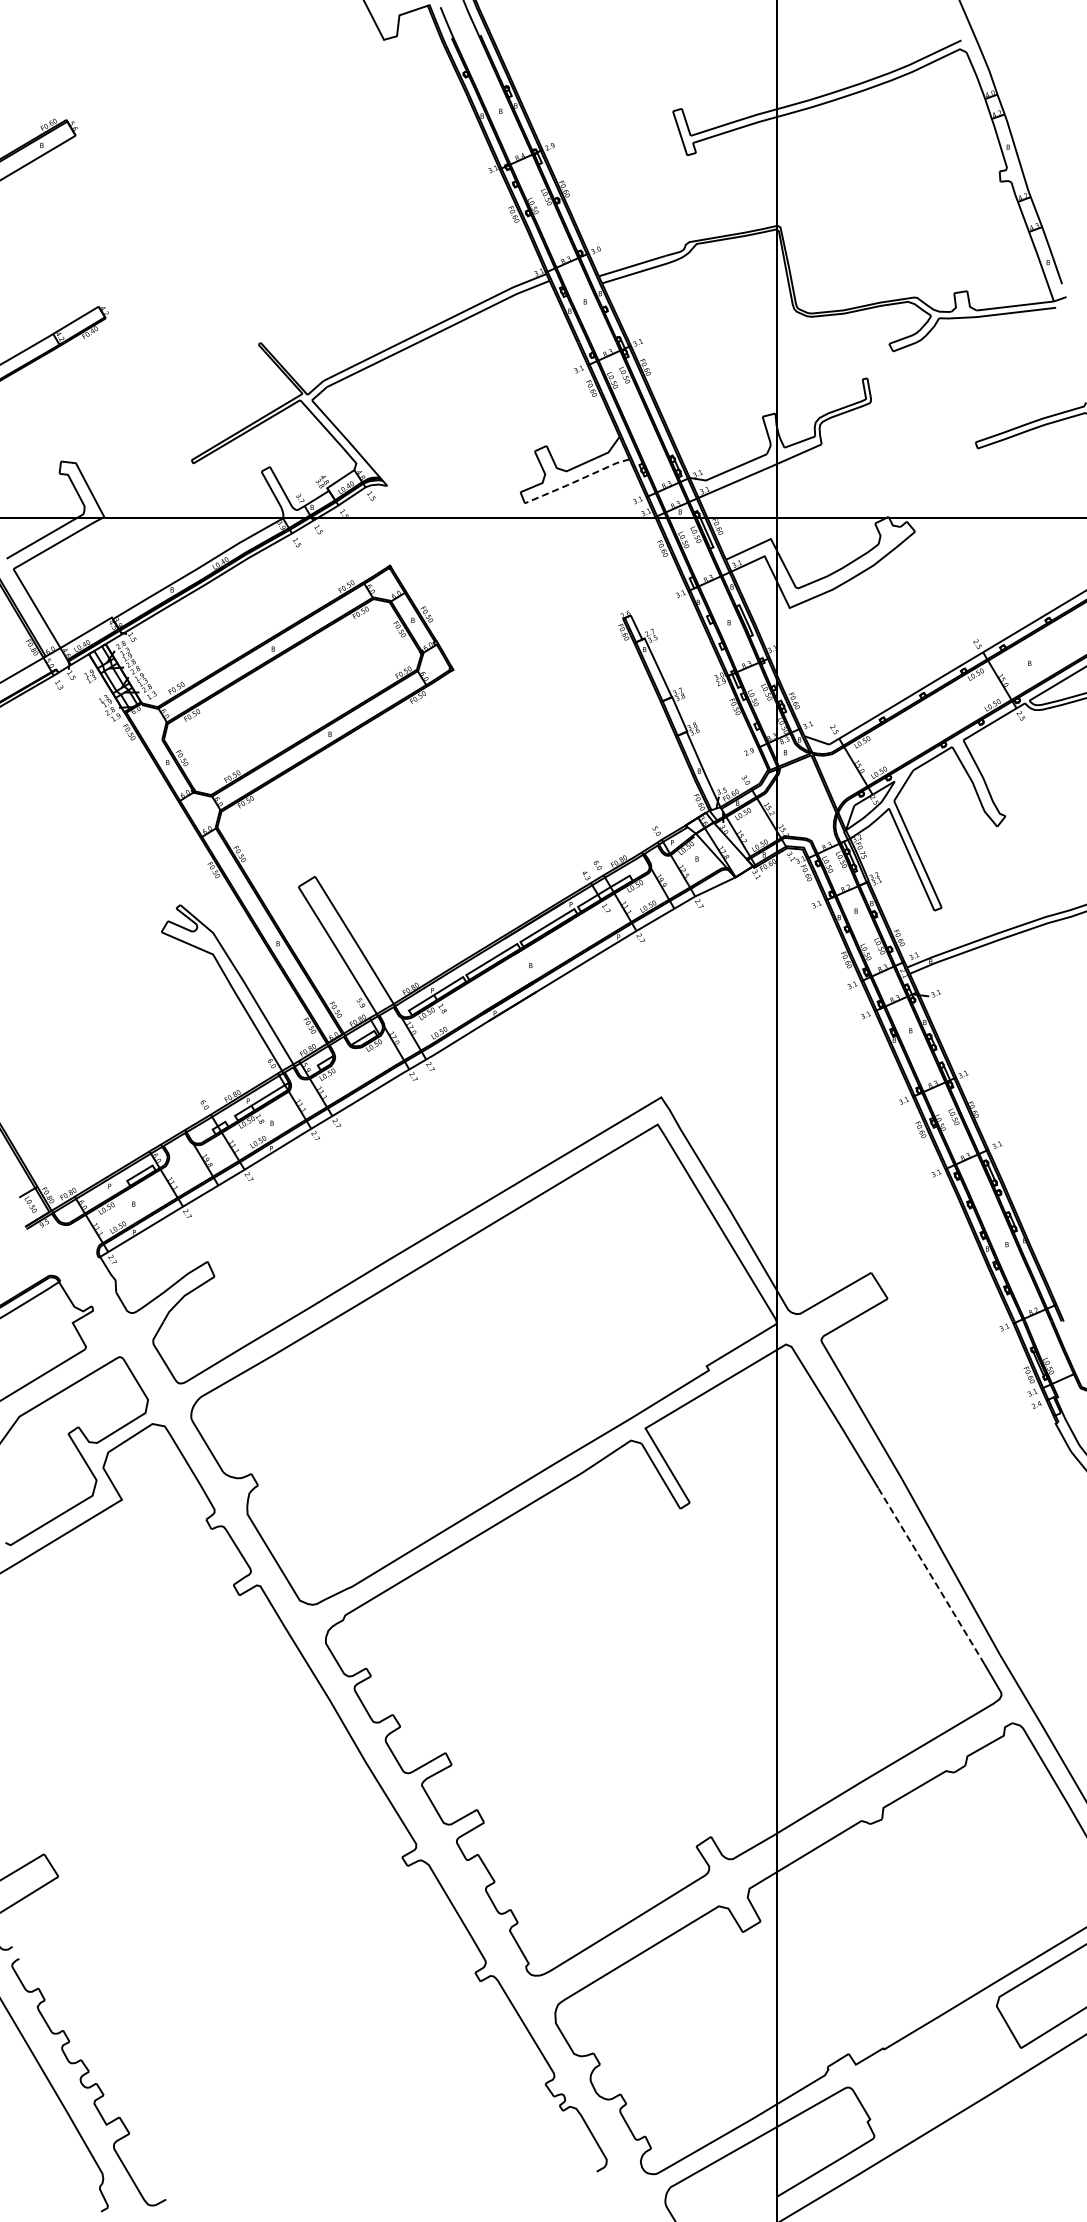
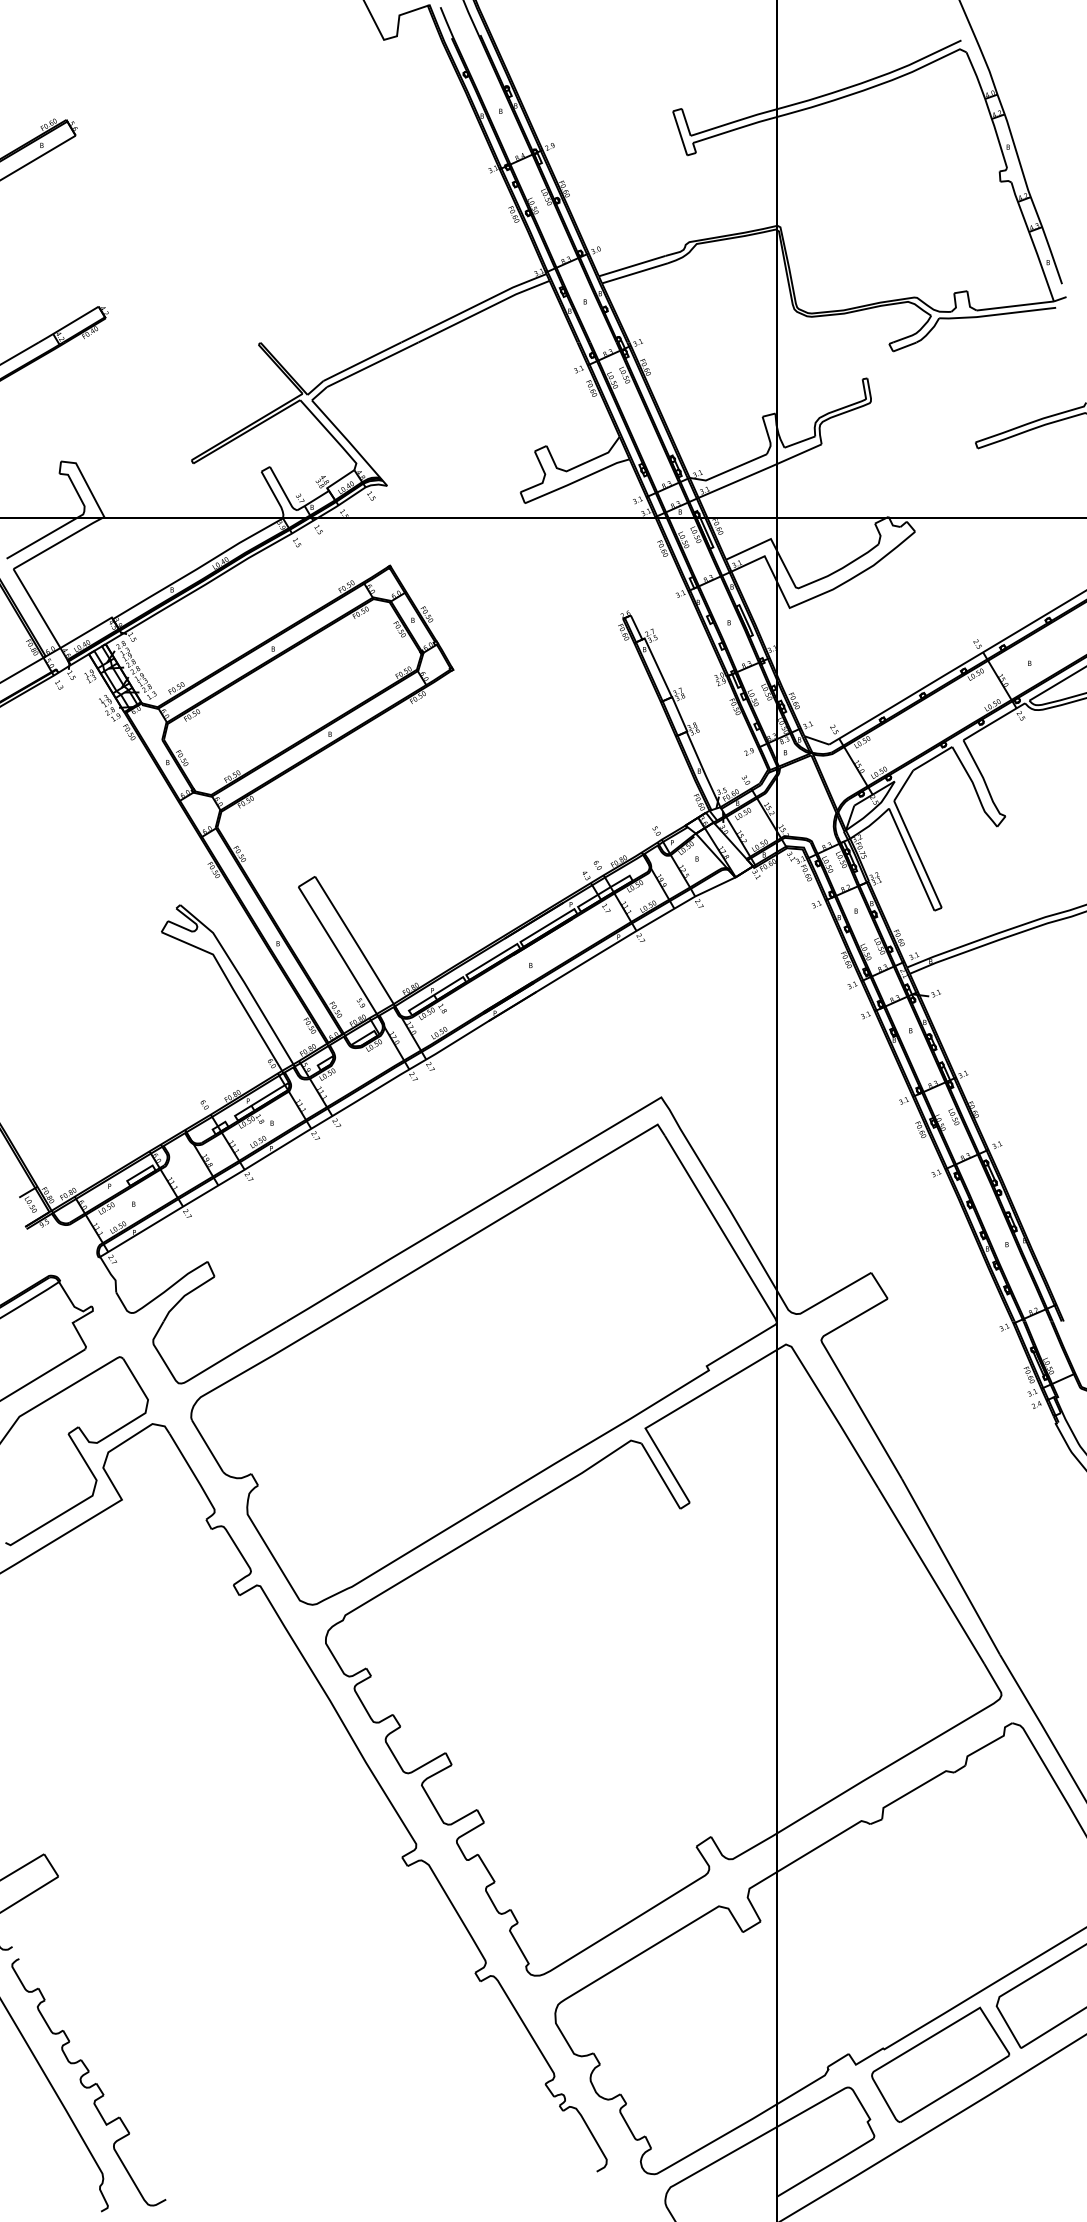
line at (577, 480): dashed -> solid
line at (931, 1576): dashed -> solid
part at (940, 2064): none -> present
